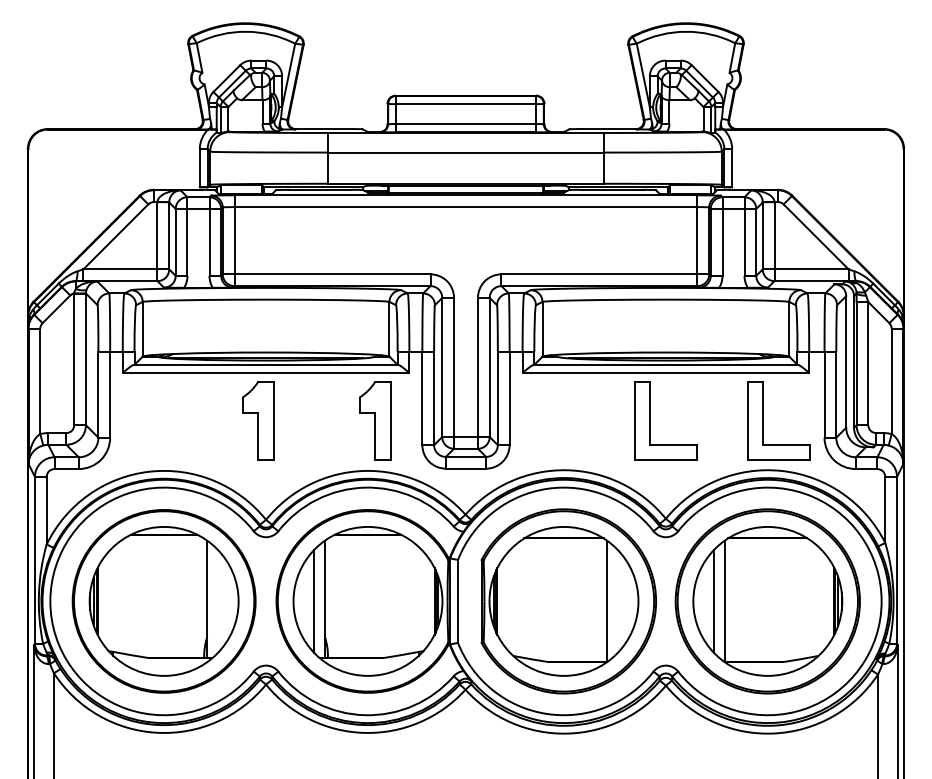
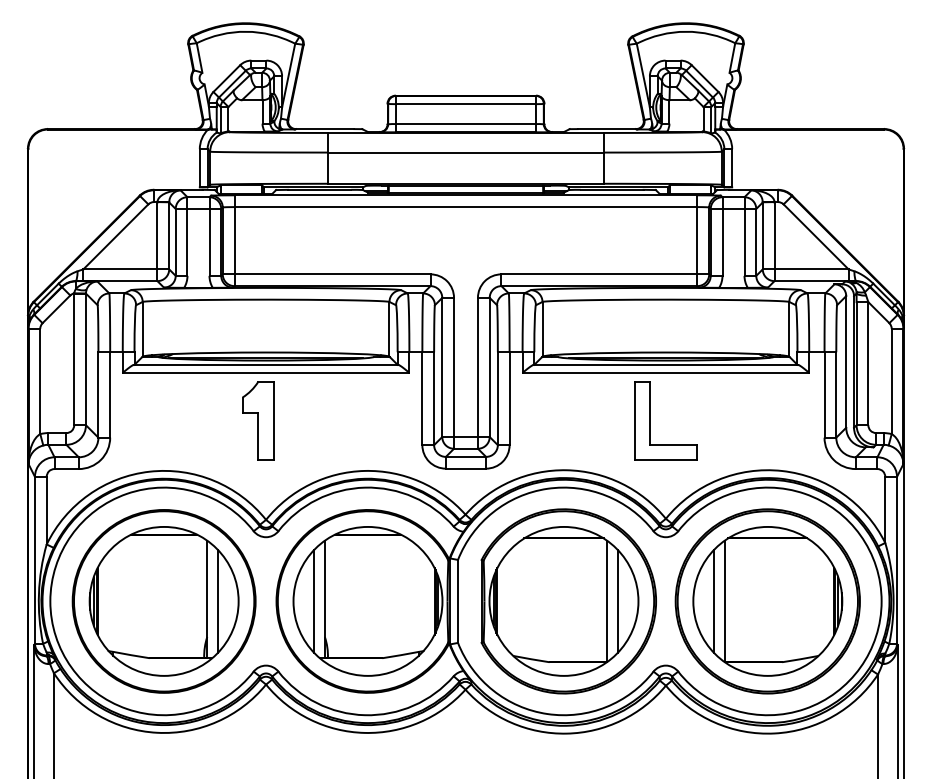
part at (375, 420): present -> none
part at (763, 420): present -> none
line at (217, 601): none -> present
line at (617, 601): none -> present
